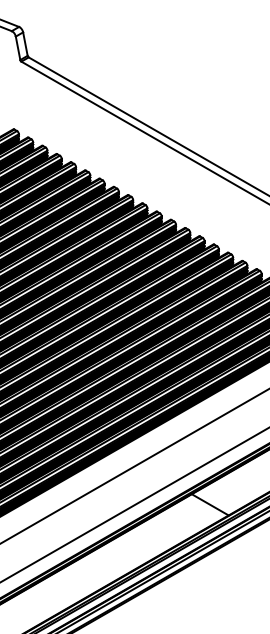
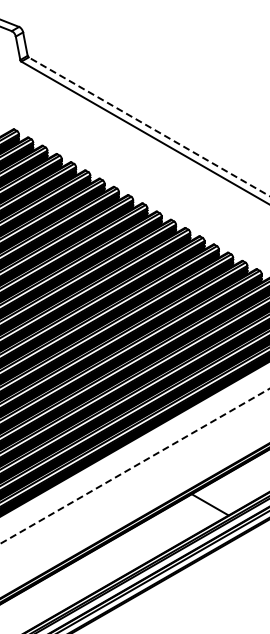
line at (149, 126): solid -> dashed
line at (135, 466): solid -> dashed
line at (134, 505): present -> none
